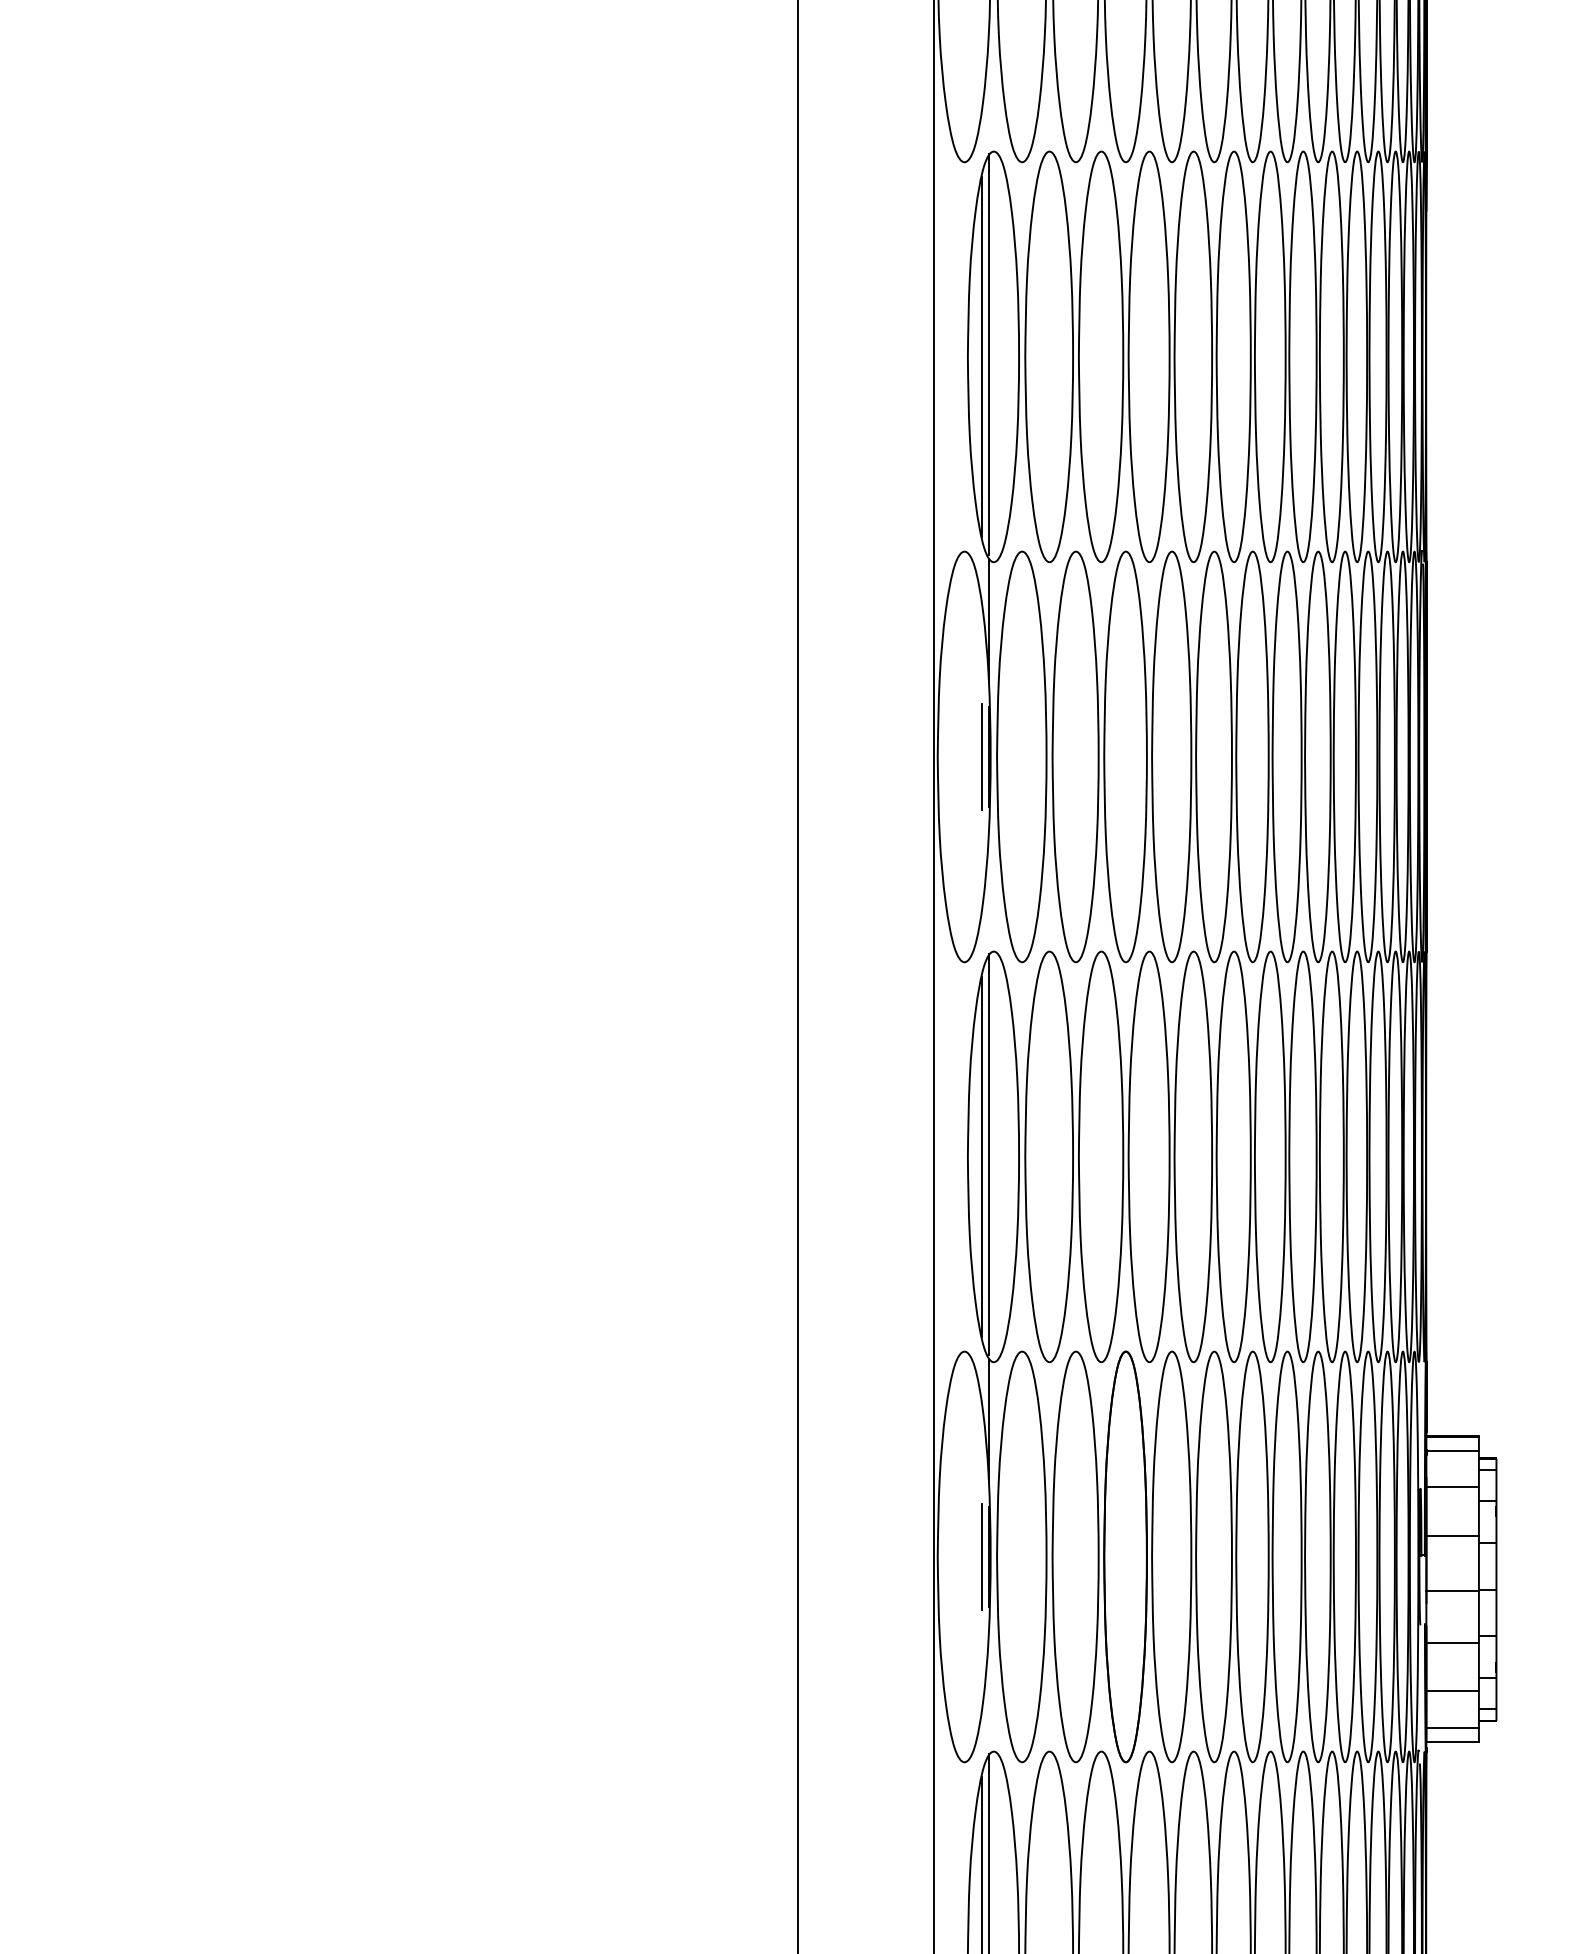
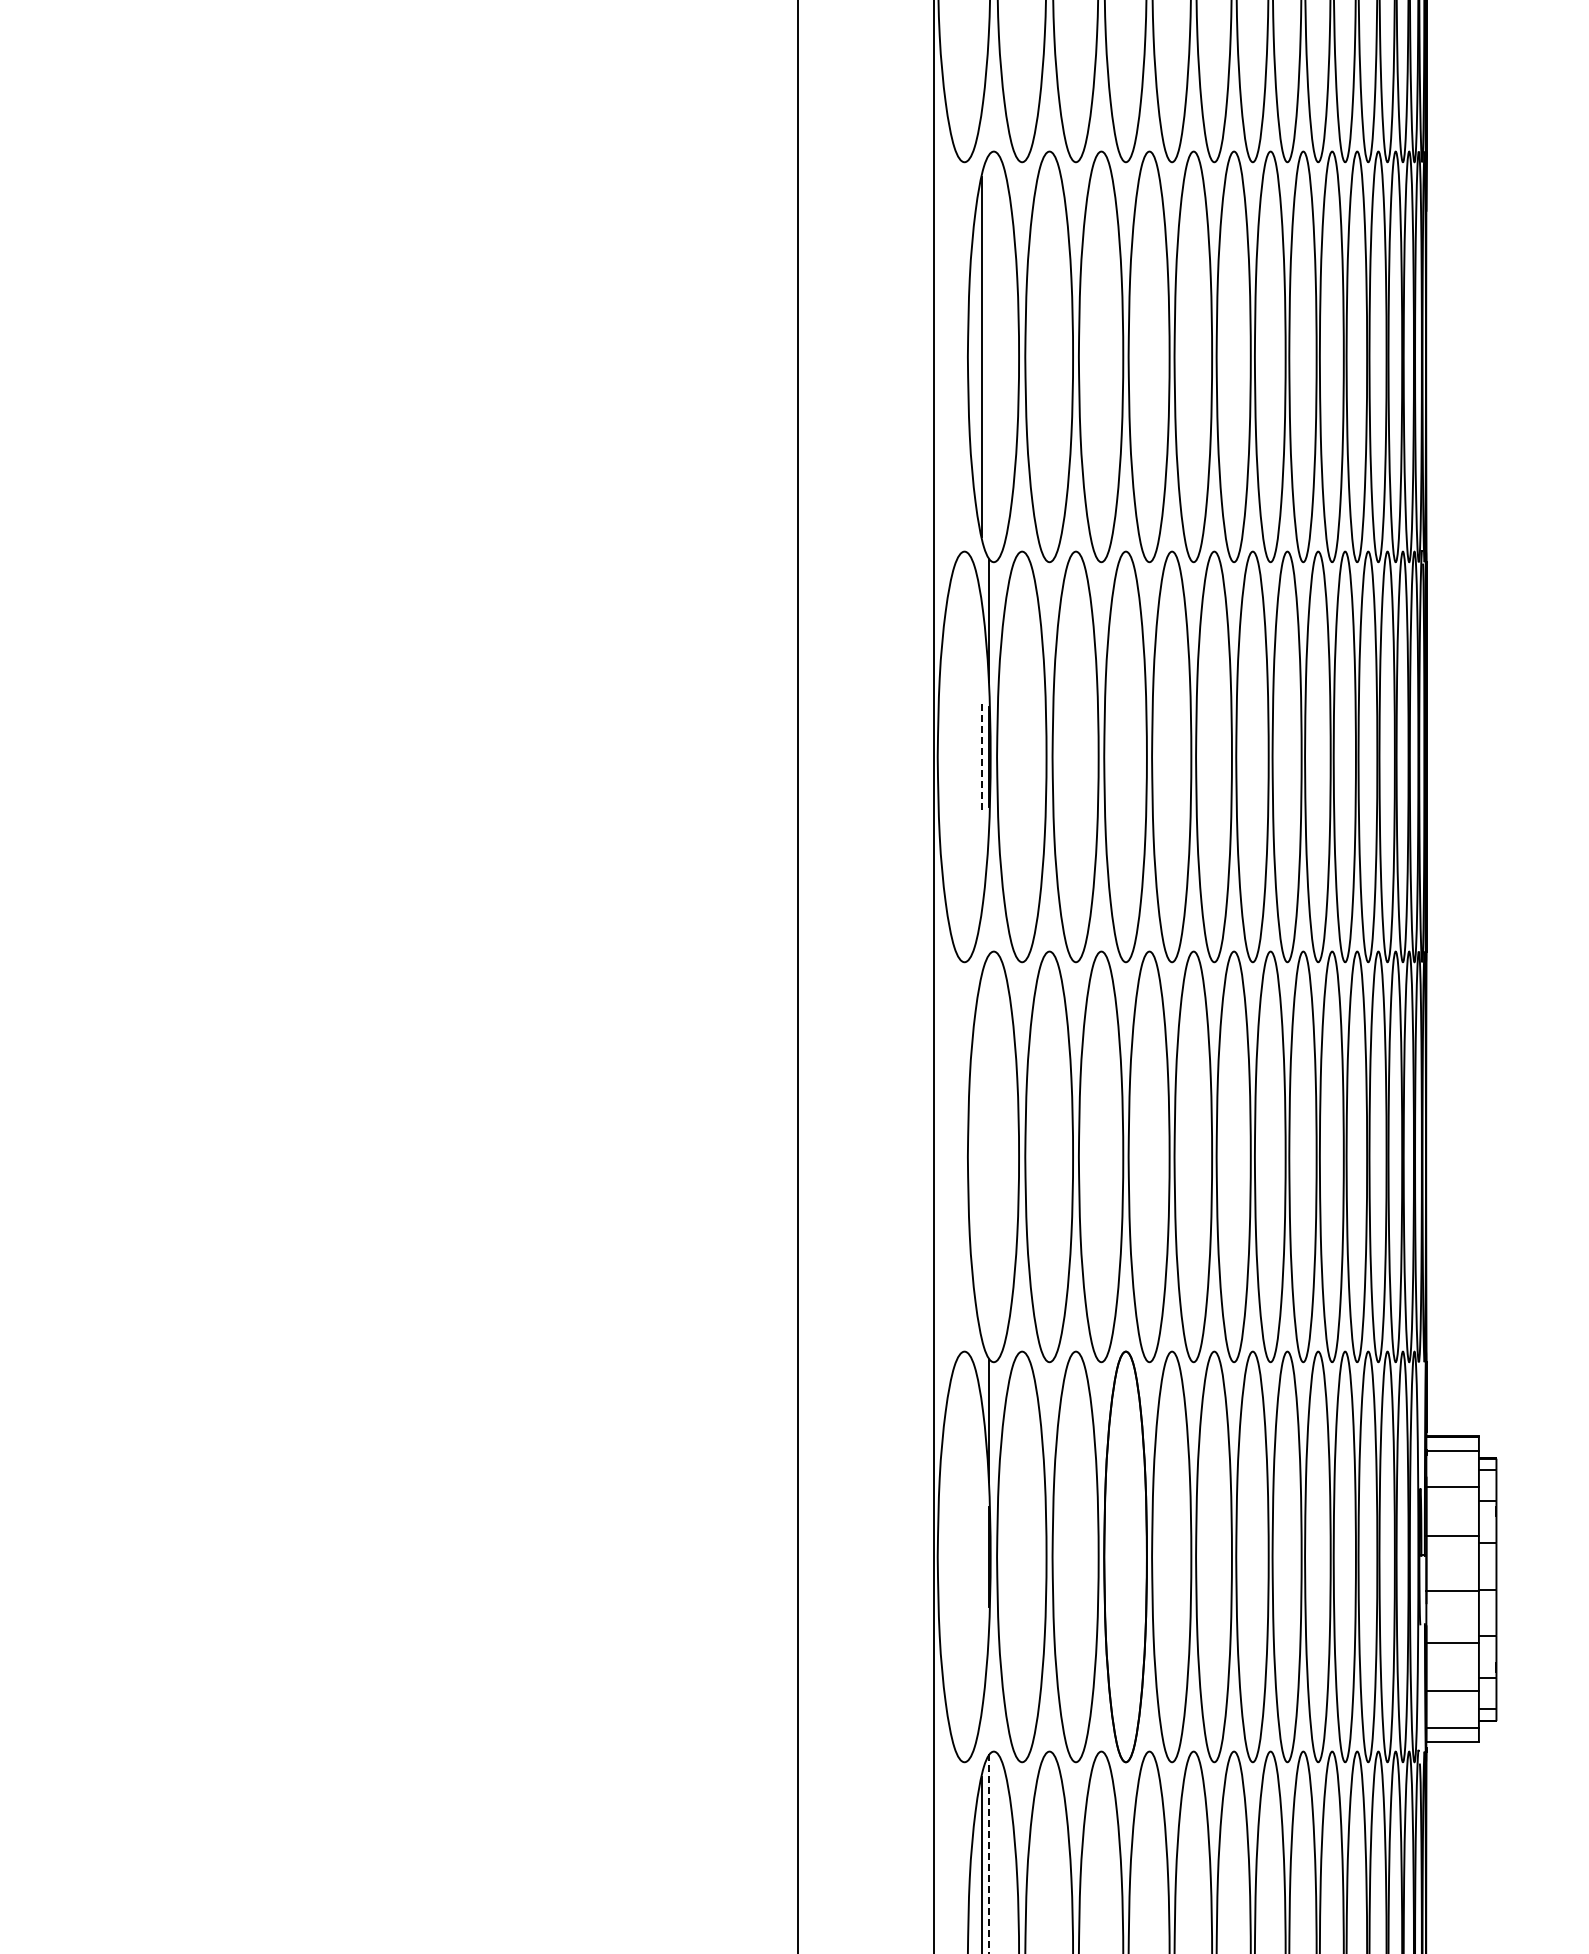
line at (988, 353): present -> none
line at (982, 757): solid -> dashed
line at (988, 1153): present -> none
line at (982, 1156): present -> none
line at (982, 1556): present -> none
line at (988, 1853): solid -> dashed
